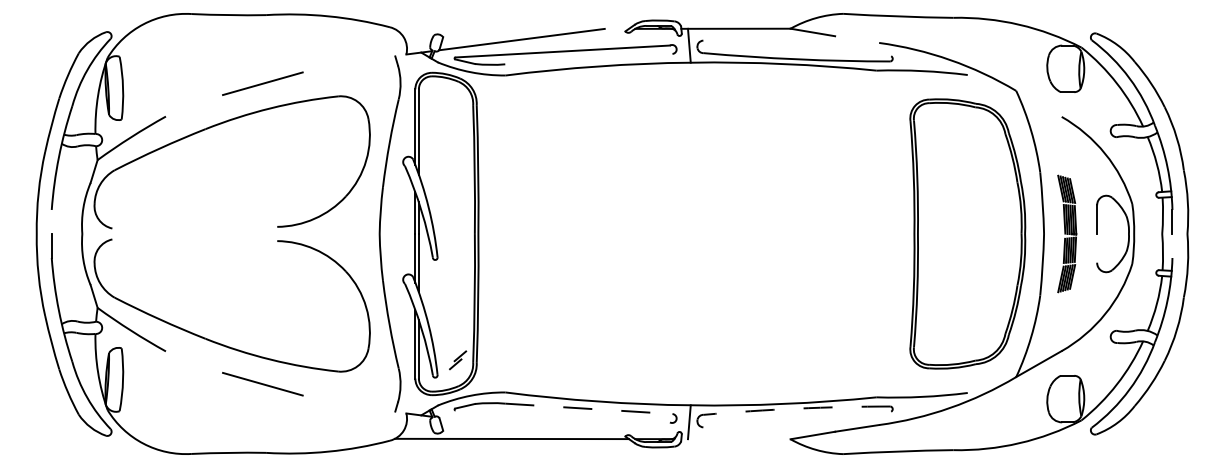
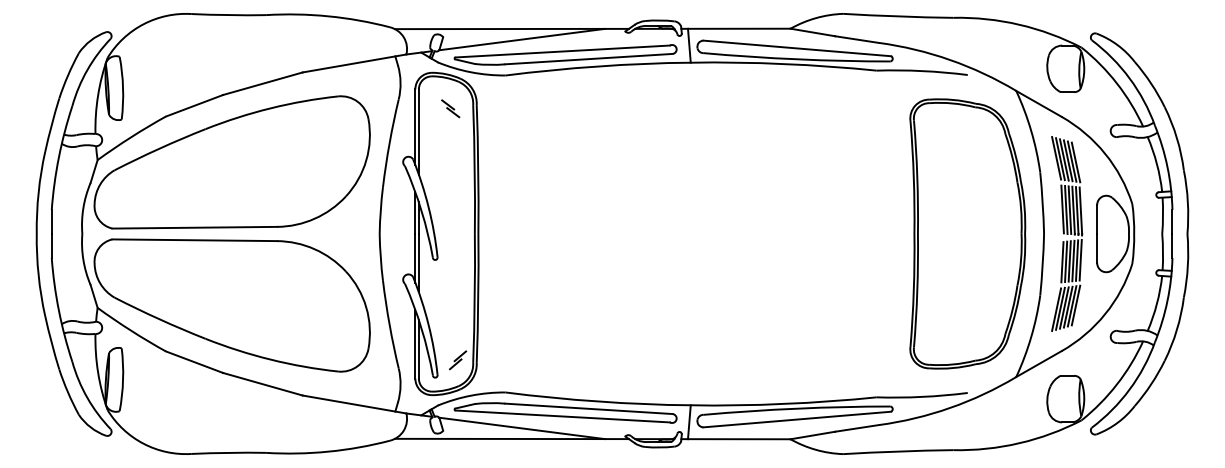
line at (511, 28): none -> present
line at (857, 39): none -> present
line at (797, 48): none -> present
line at (588, 58): none -> present
line at (354, 63): none -> present
line at (1038, 103): none -> present
line at (194, 105): none -> present
part at (450, 108): none -> present
line at (51, 221): none -> present
line at (194, 227): none -> present
part at (1067, 233) size: 21x120 px -> 33x196 px
line at (194, 240): none -> present
line at (1172, 245): none -> present
line at (1097, 247): none -> present
line at (194, 361): none -> present
line at (354, 404): none -> present
line at (588, 408): dashed -> solid
arc at (797, 408): dashed -> solid
line at (562, 416): none -> present
line at (797, 419): none -> present
line at (521, 428): none -> present
line at (735, 439): none -> present
